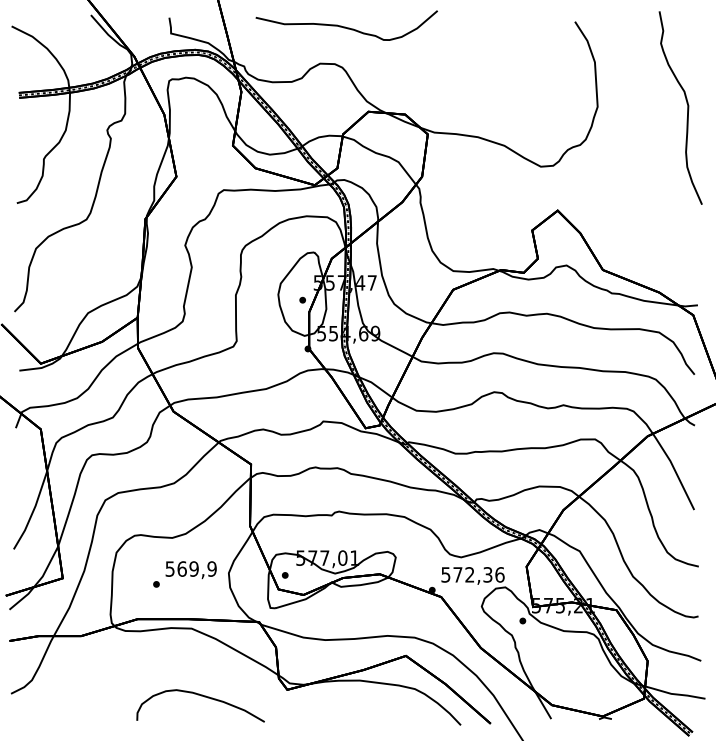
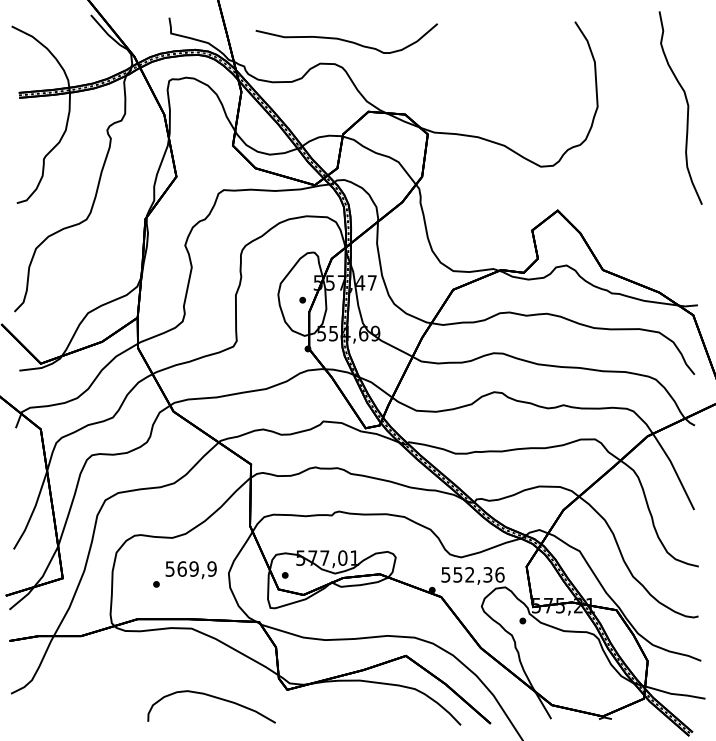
curve at (345, 26) position: (345, 26) -> (345, 39)
text at (457, 574): 572,36 -> 552,36
curve at (204, 697) position: (204, 697) -> (215, 698)
